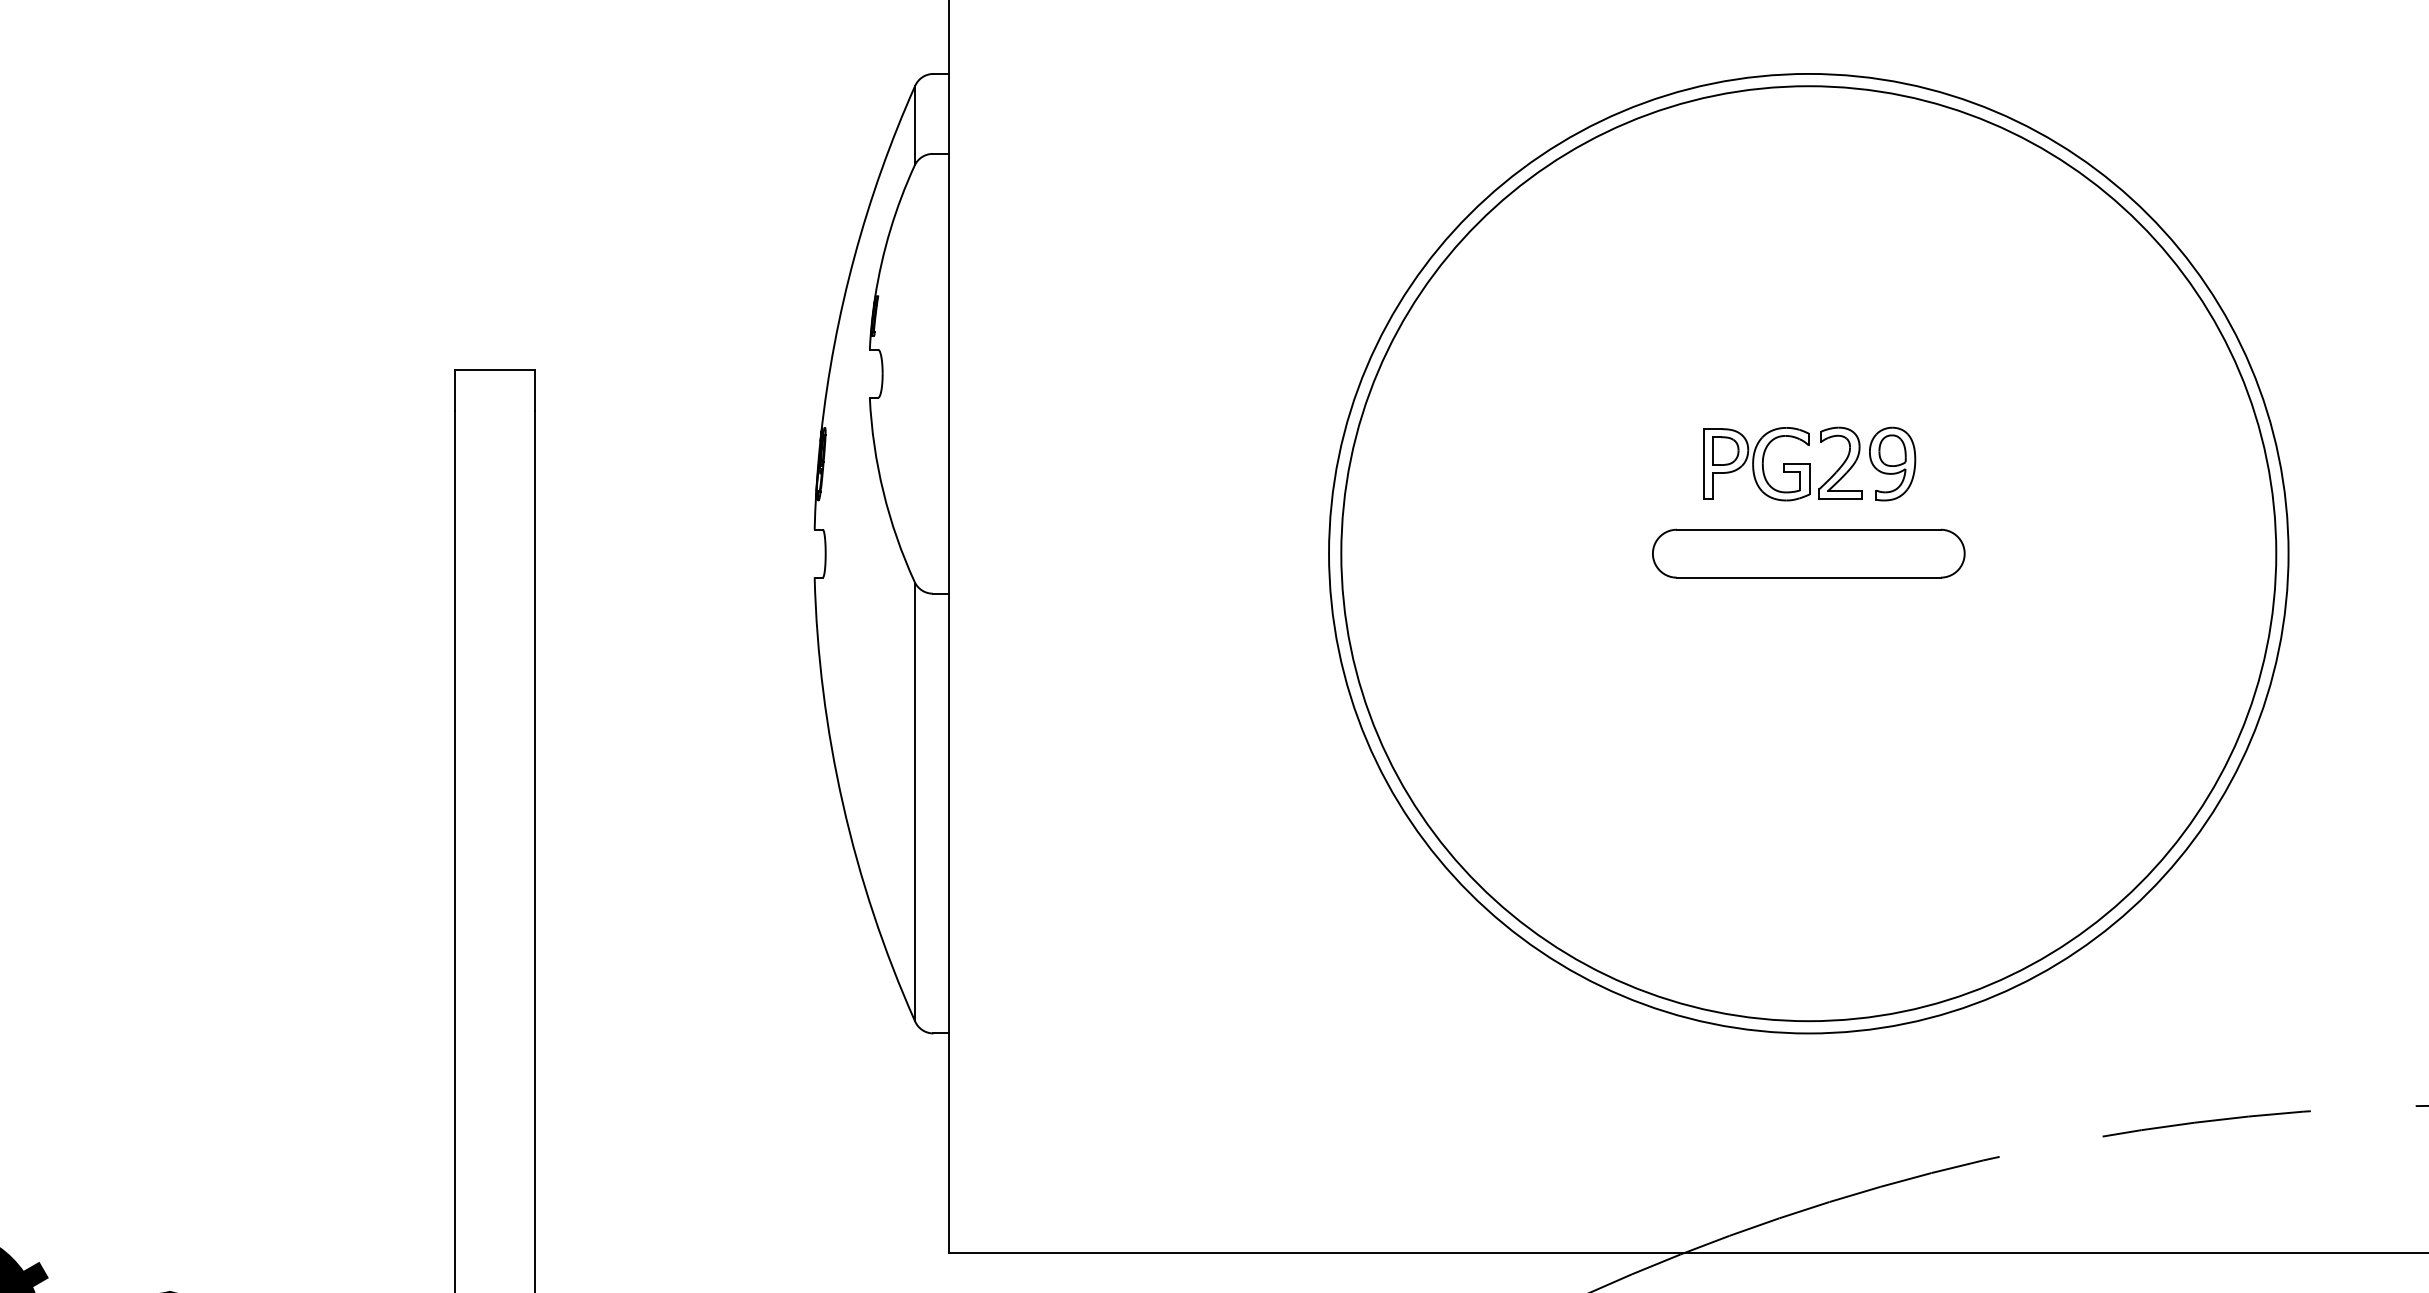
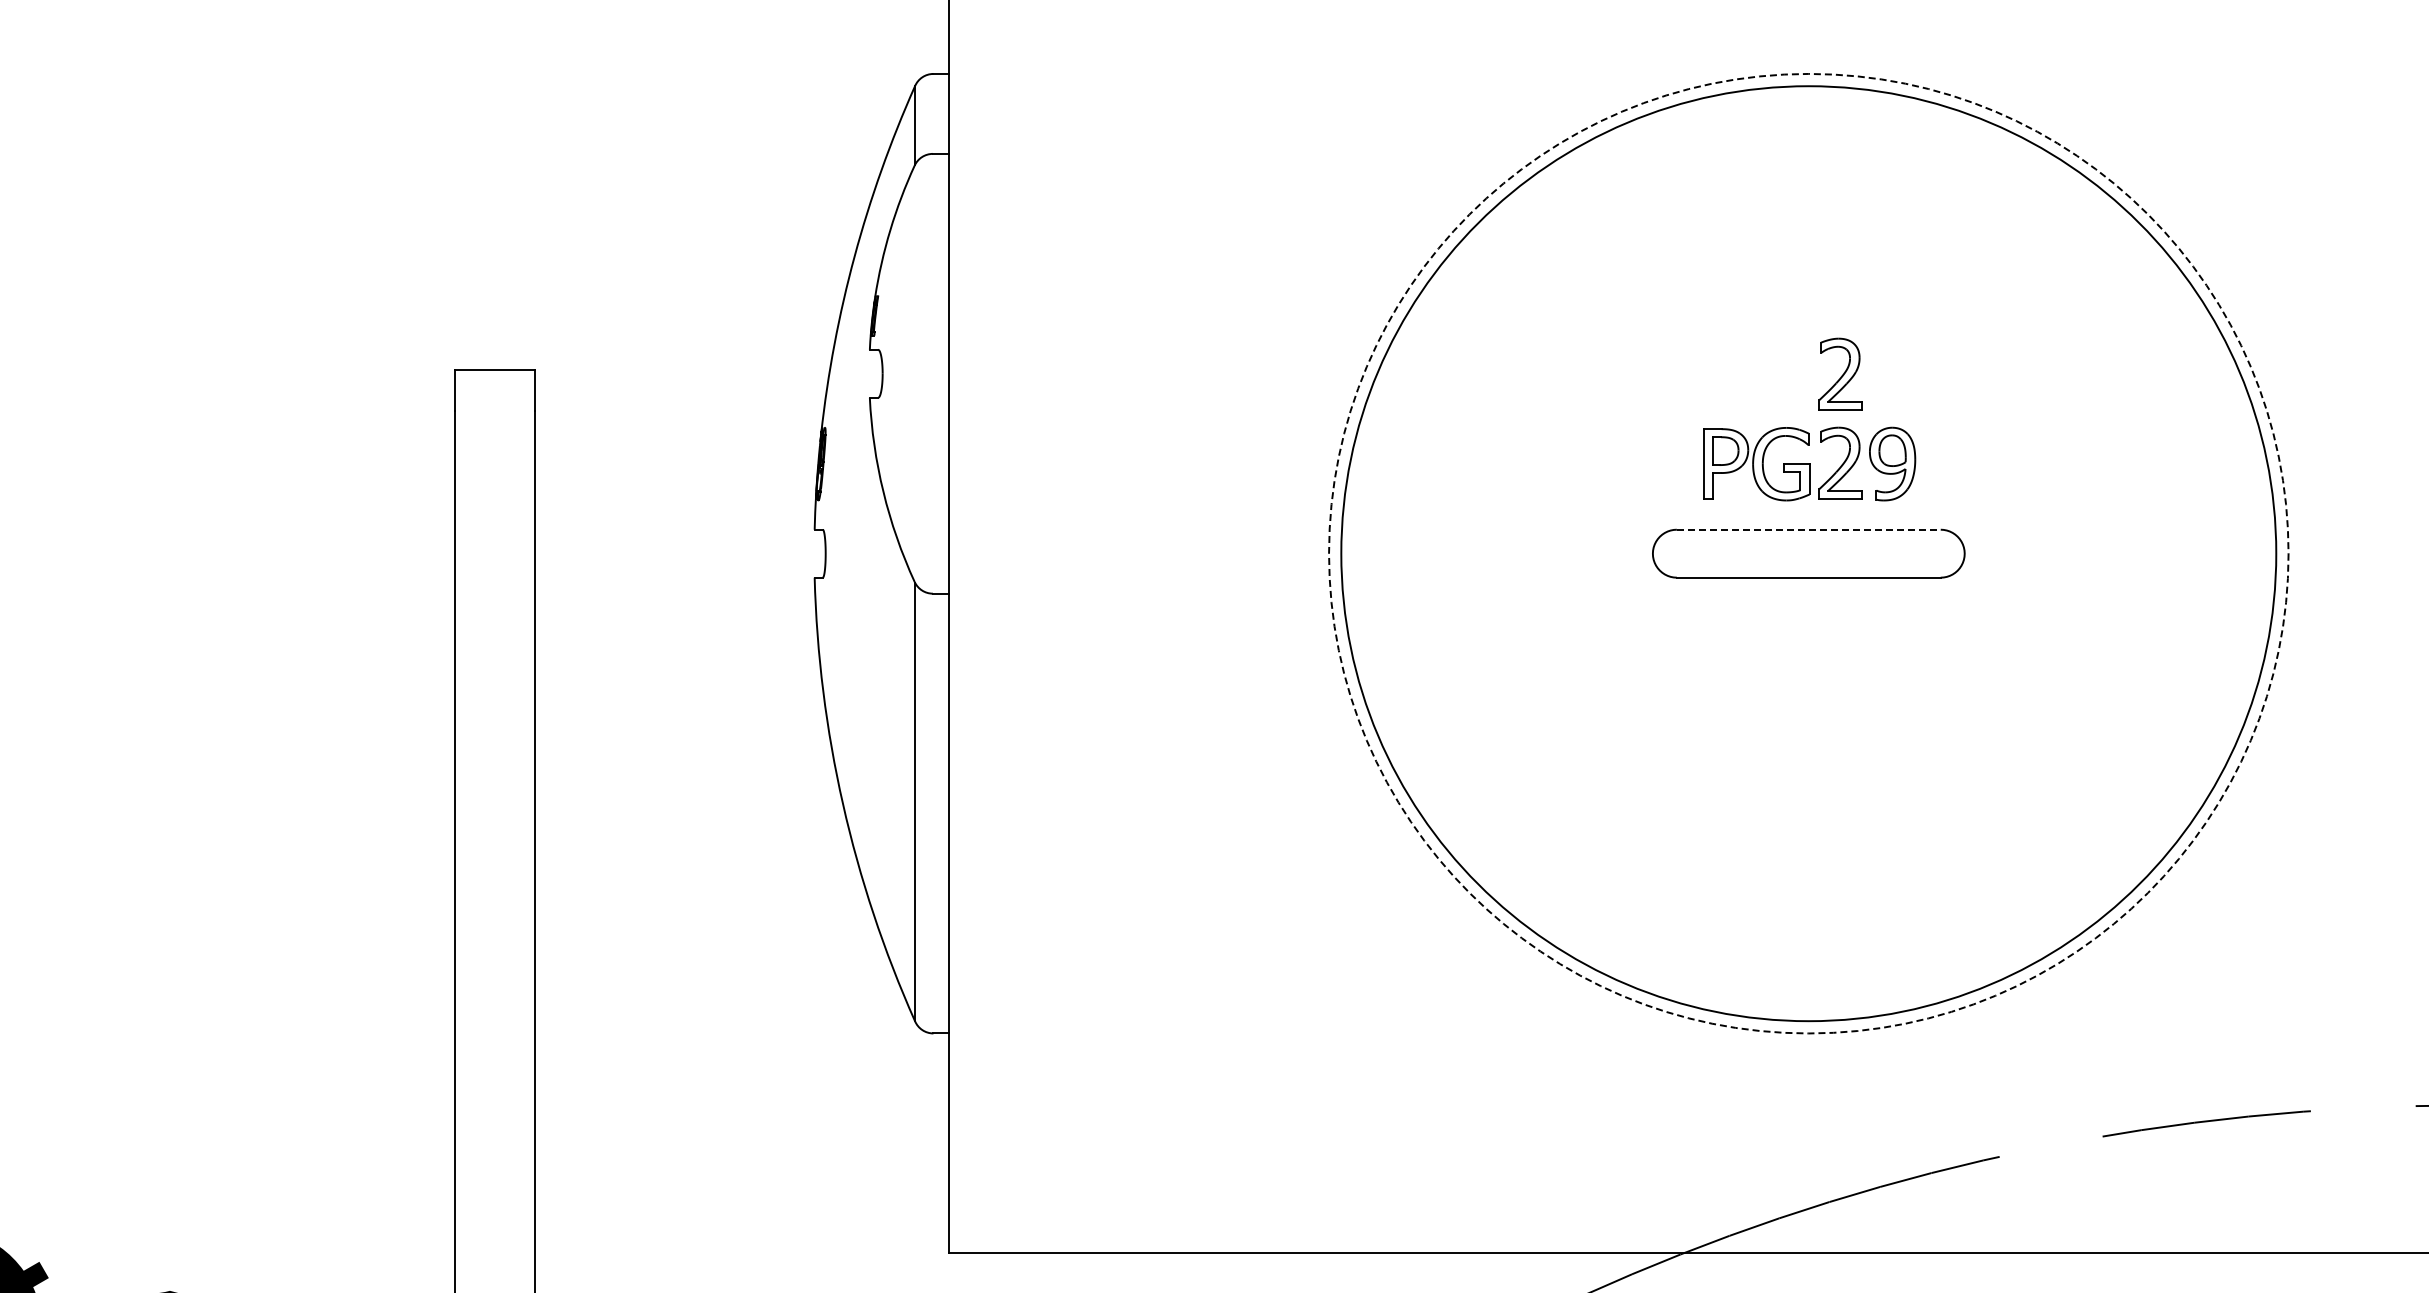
part at (1840, 373): none -> present
line at (1808, 529): solid -> dashed
circle at (1808, 553): solid -> dashed
